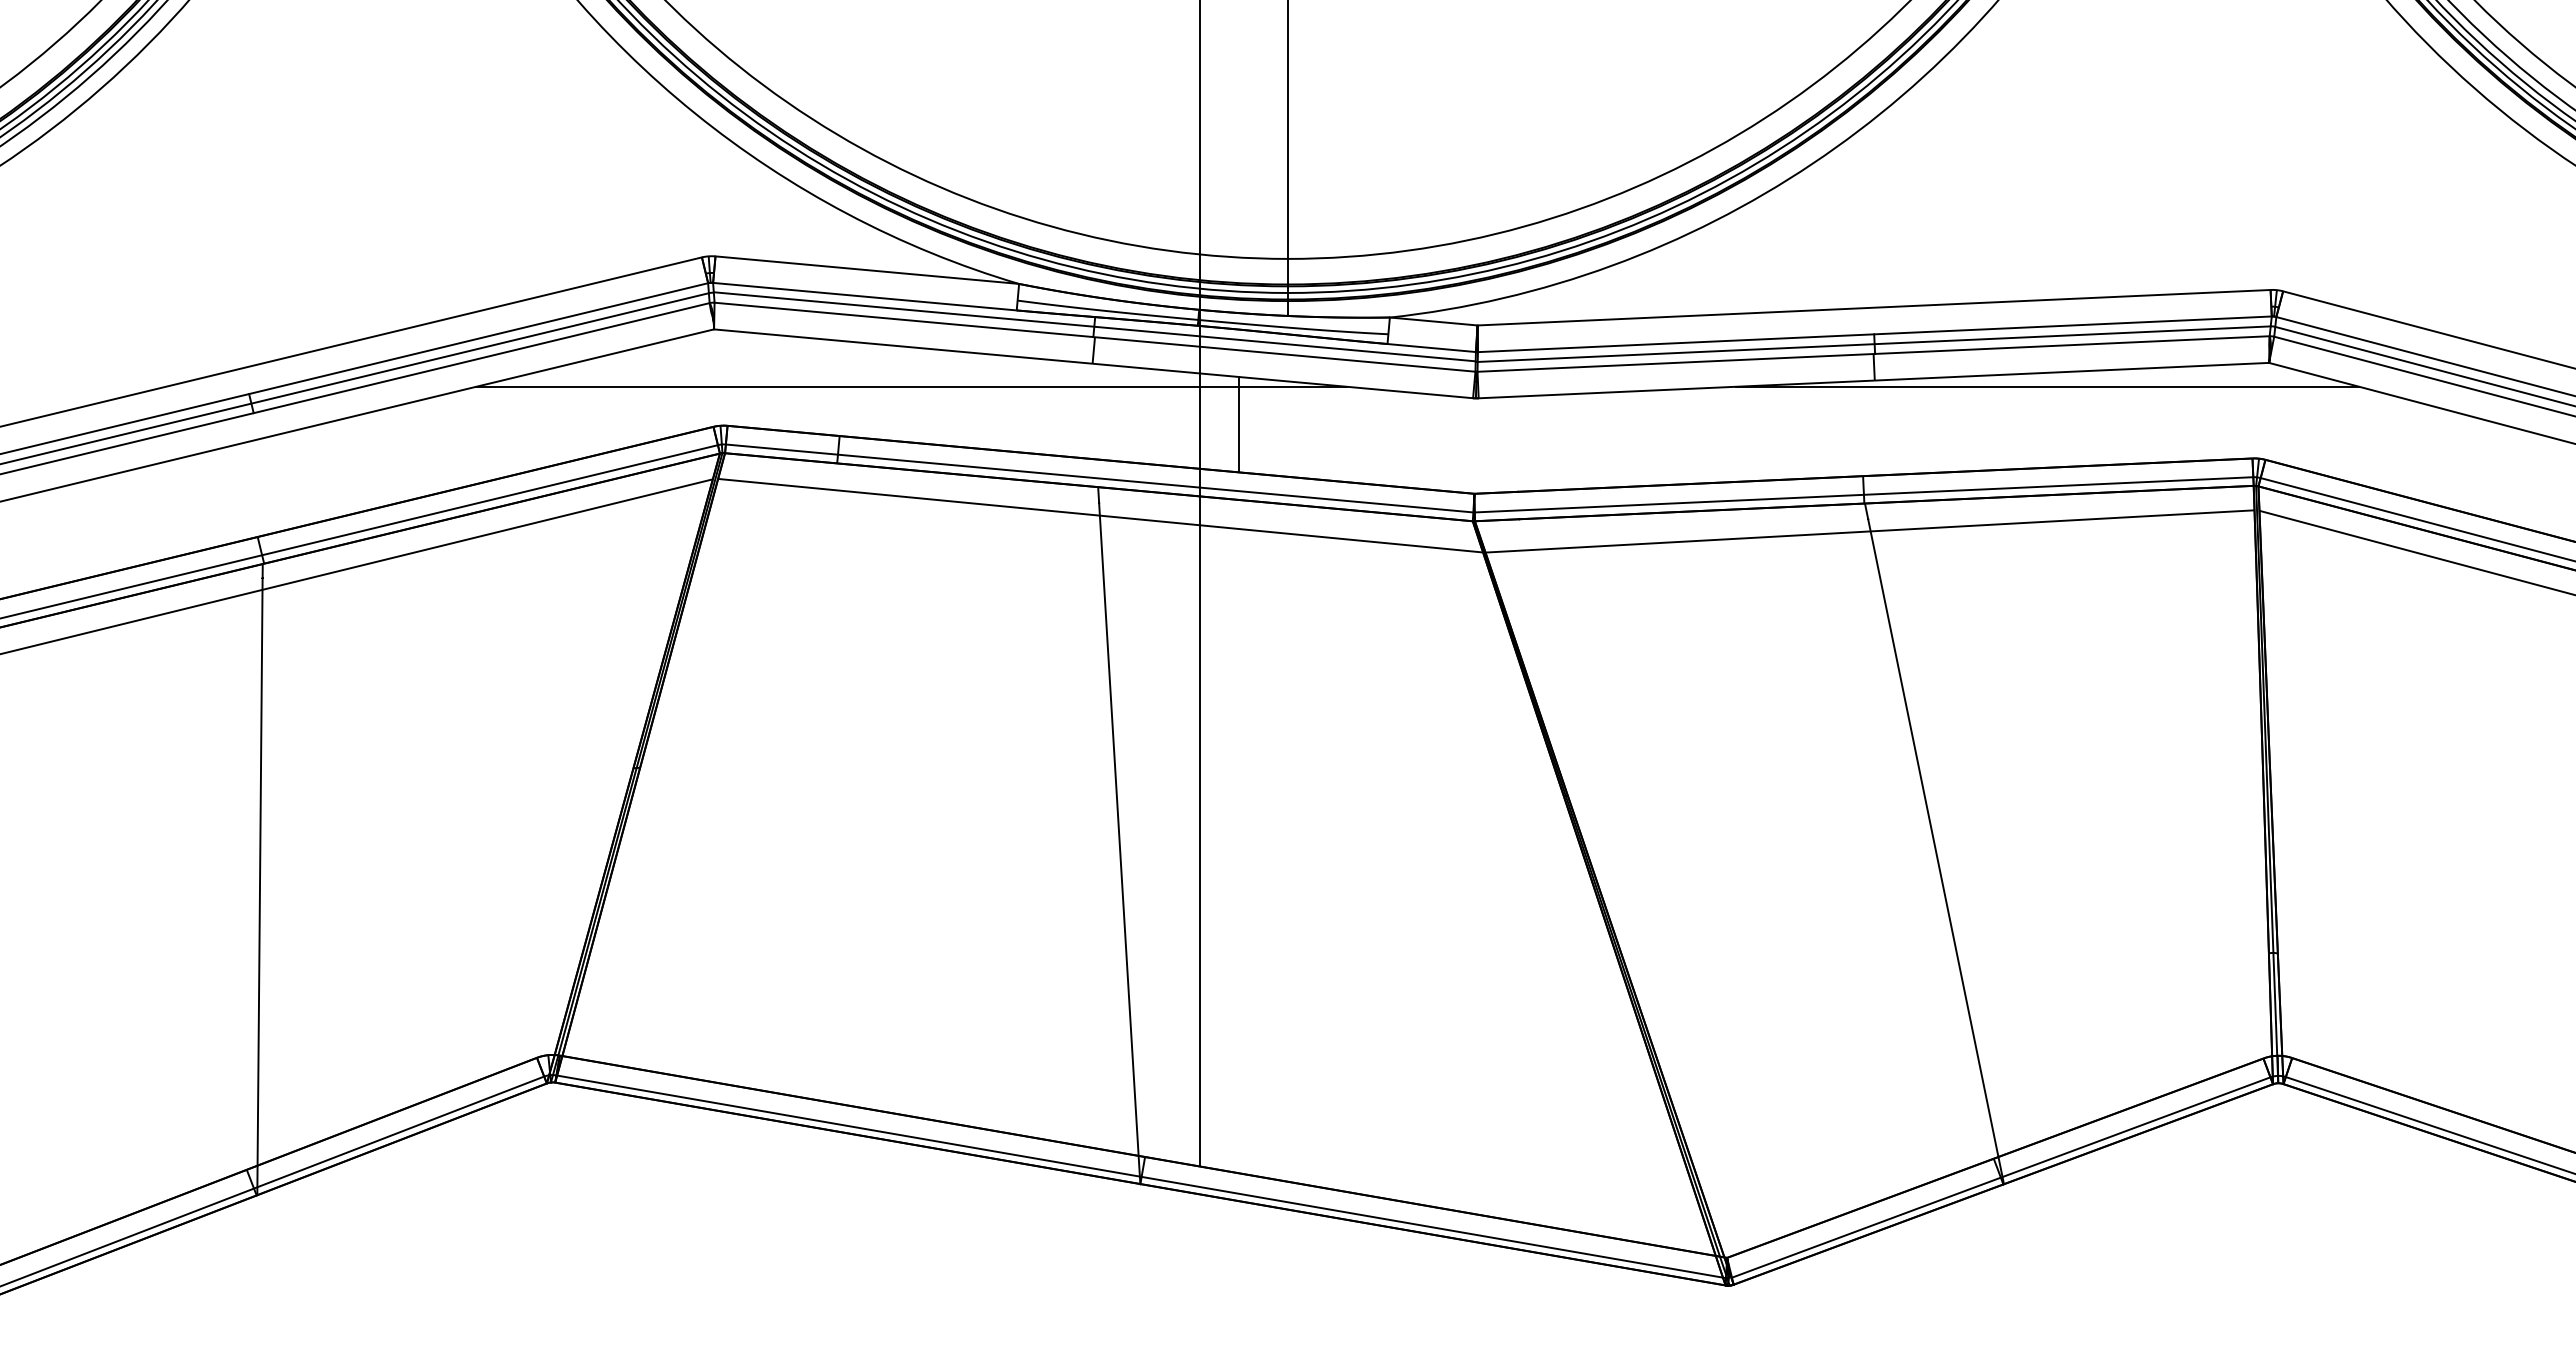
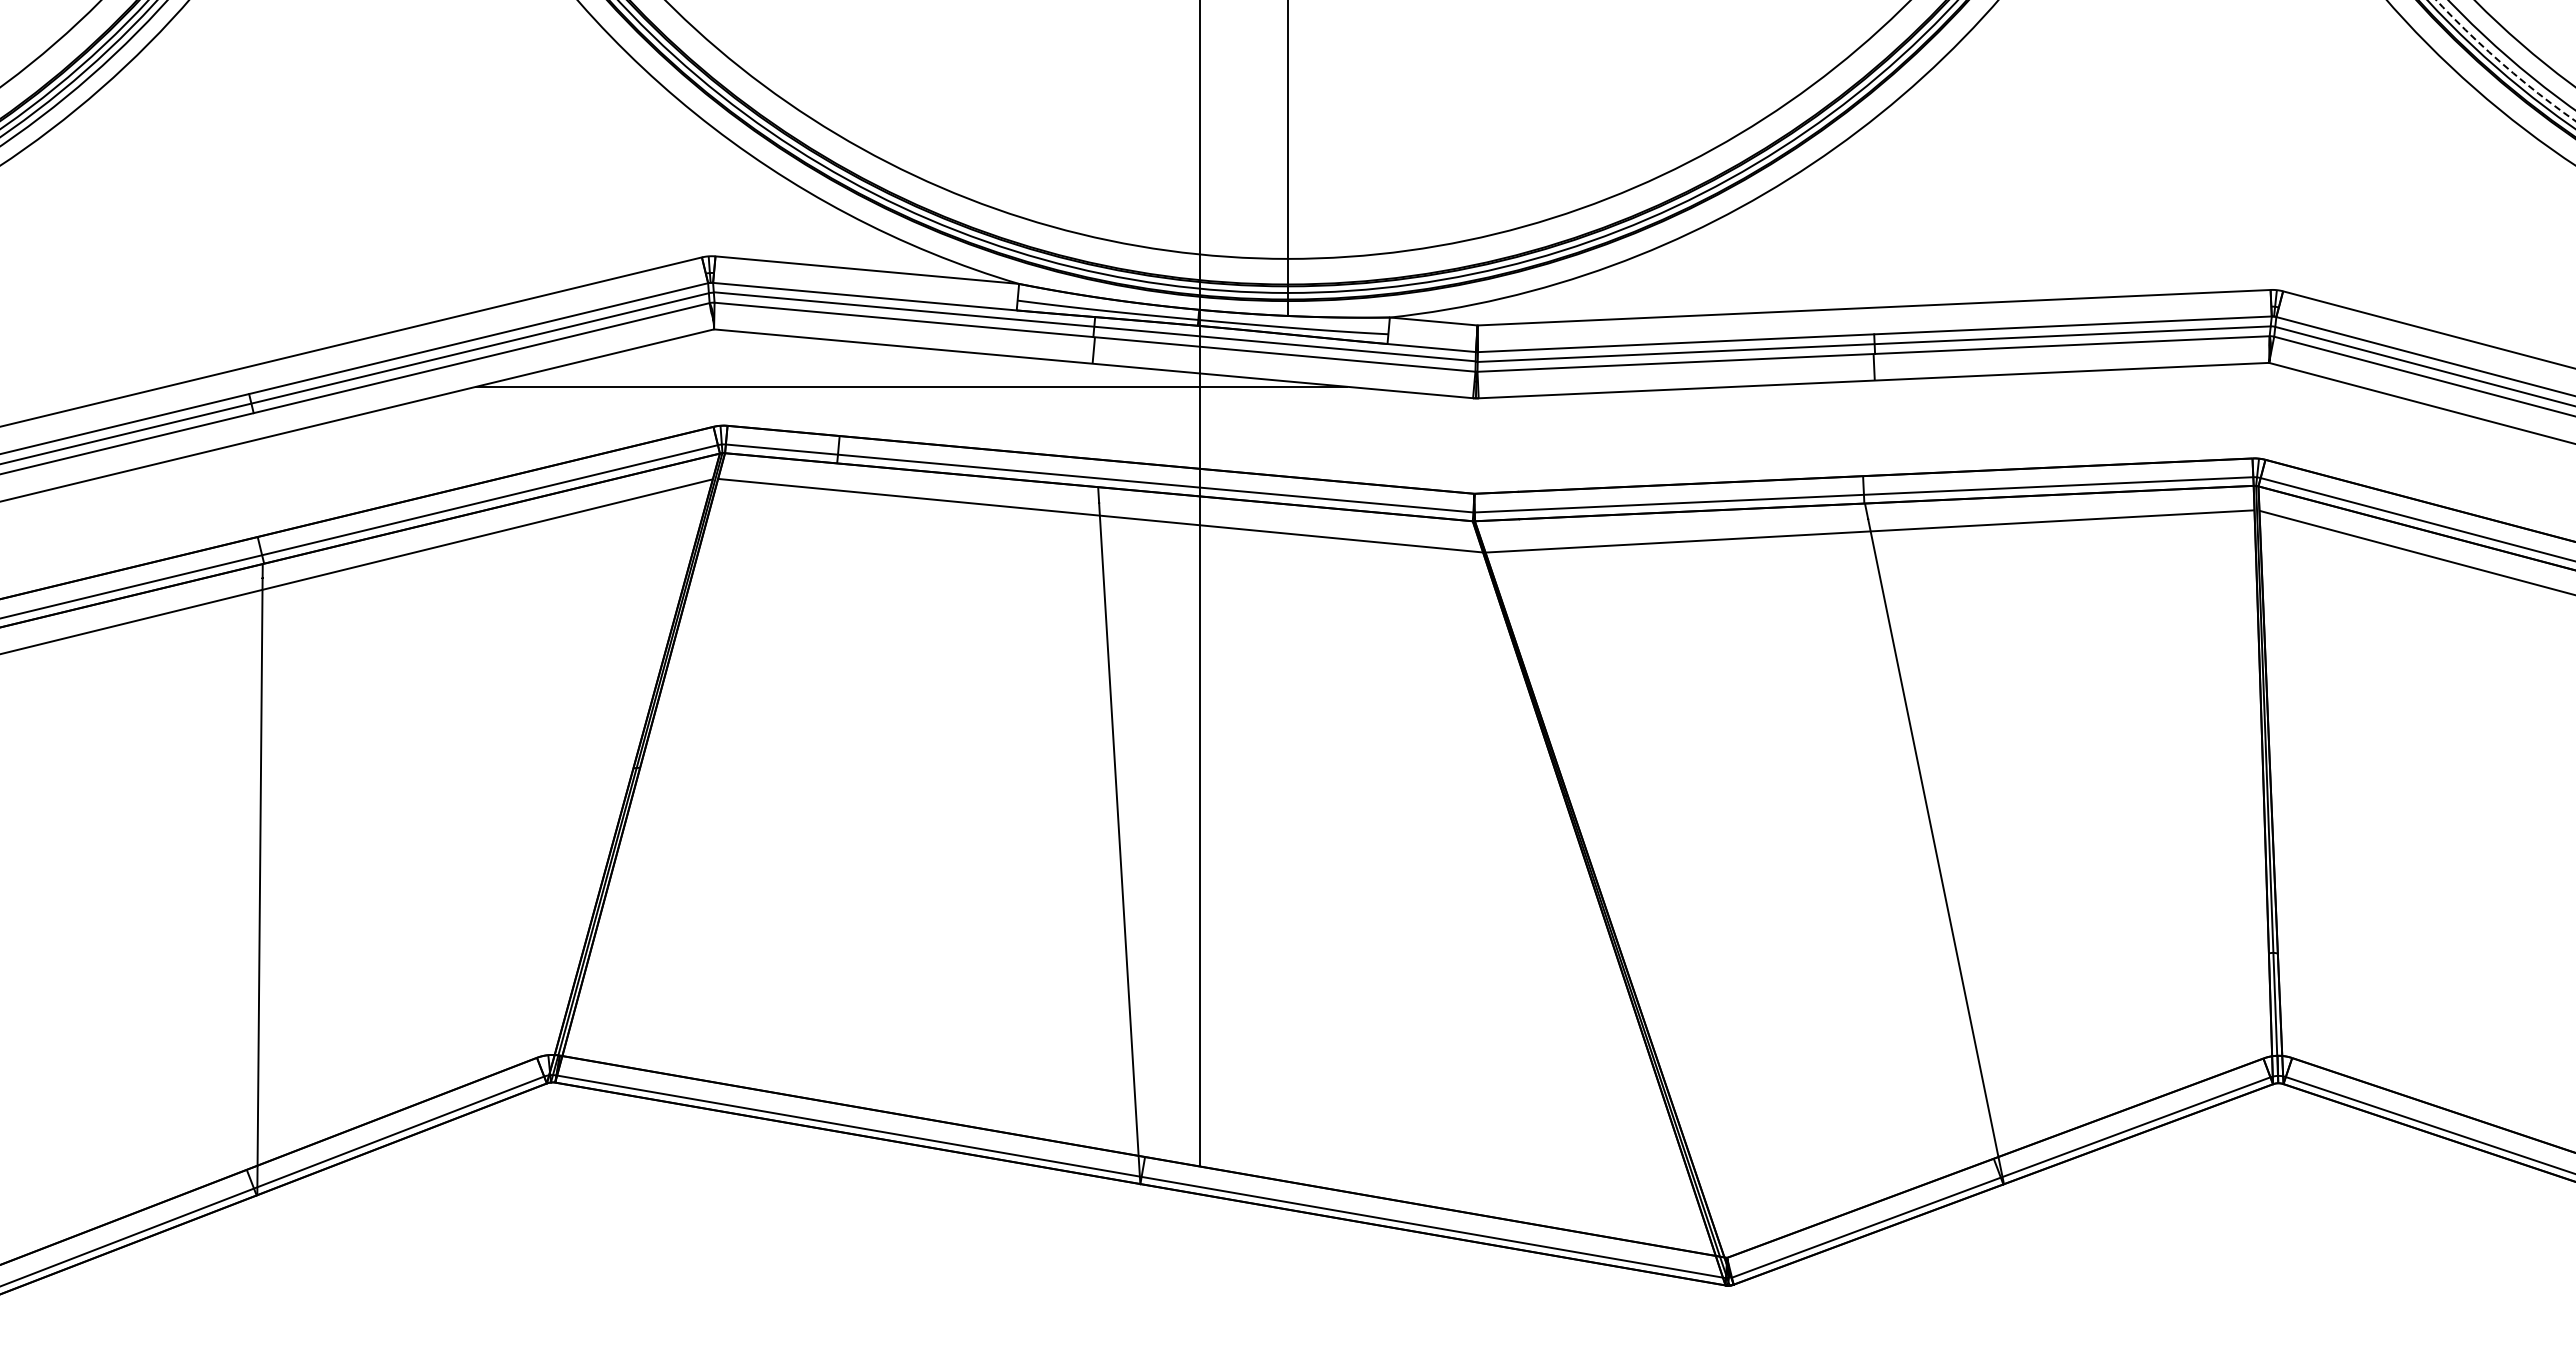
arc at (2502, 63): solid -> dashed
line at (2047, 386): present -> none
line at (1238, 424): present -> none
